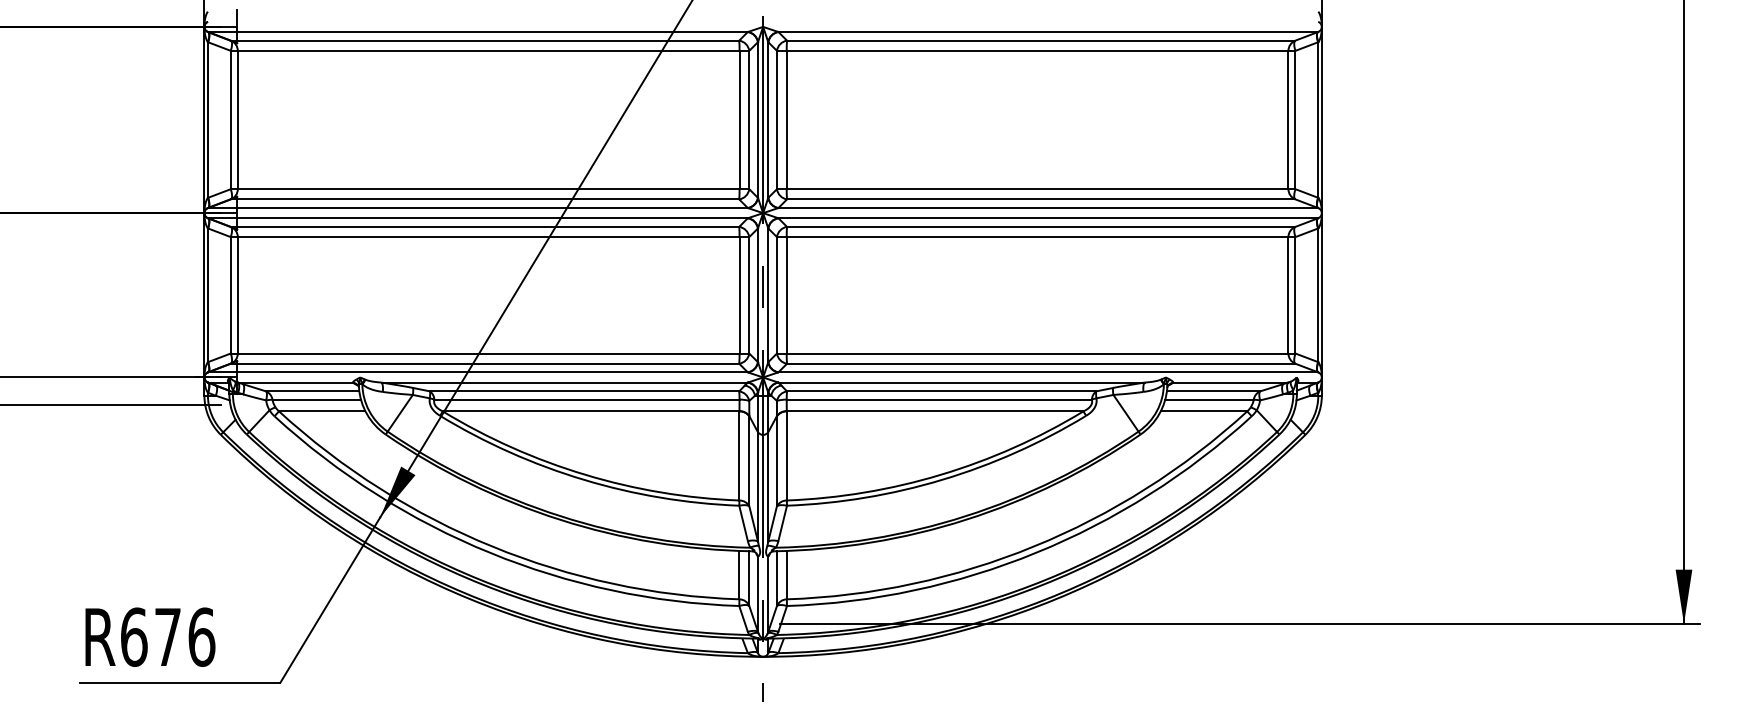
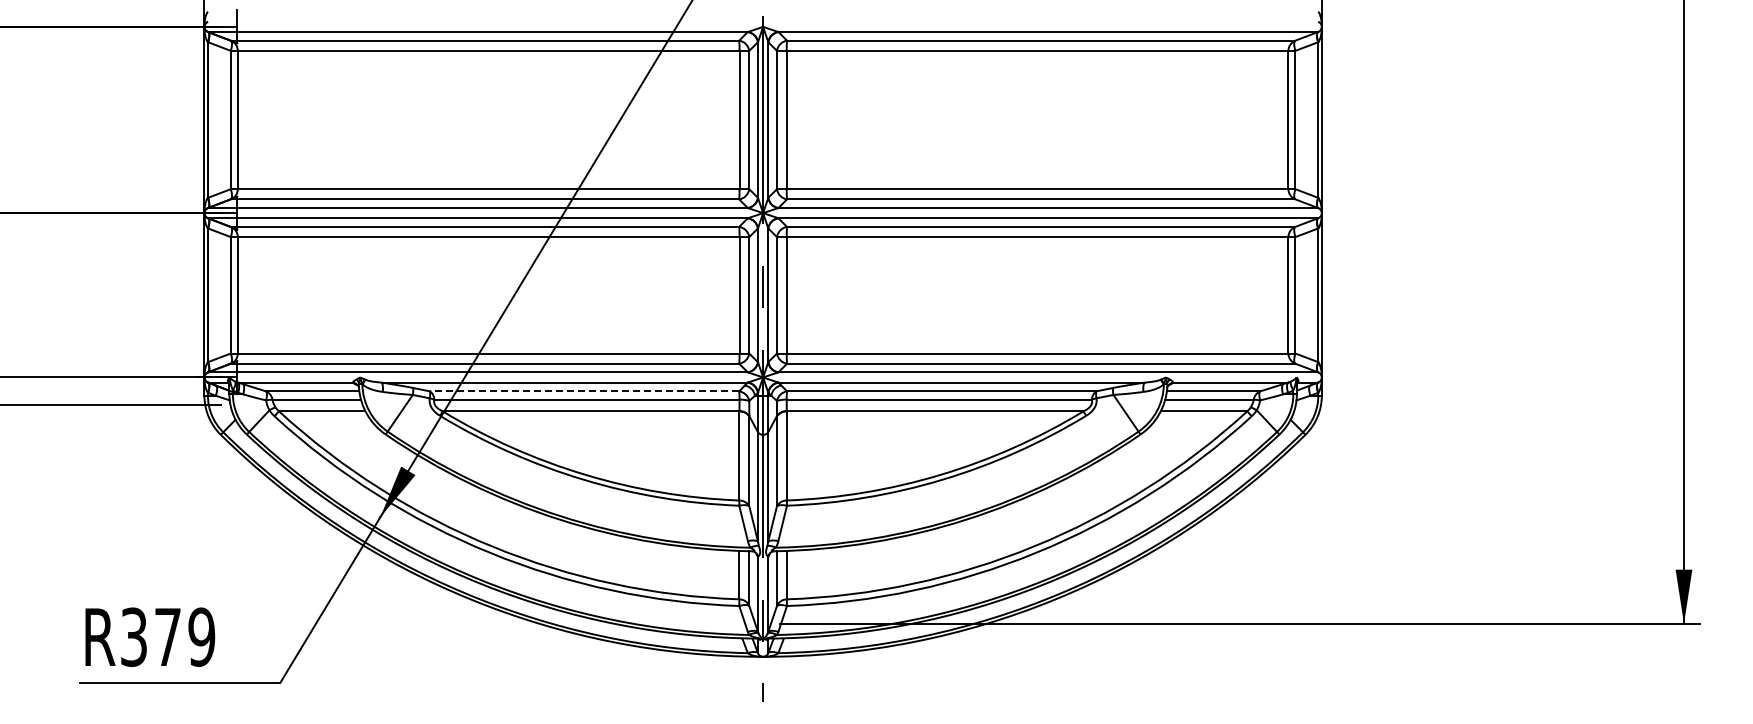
line at (584, 391): solid -> dashed
text at (168, 636): R676 -> R379
